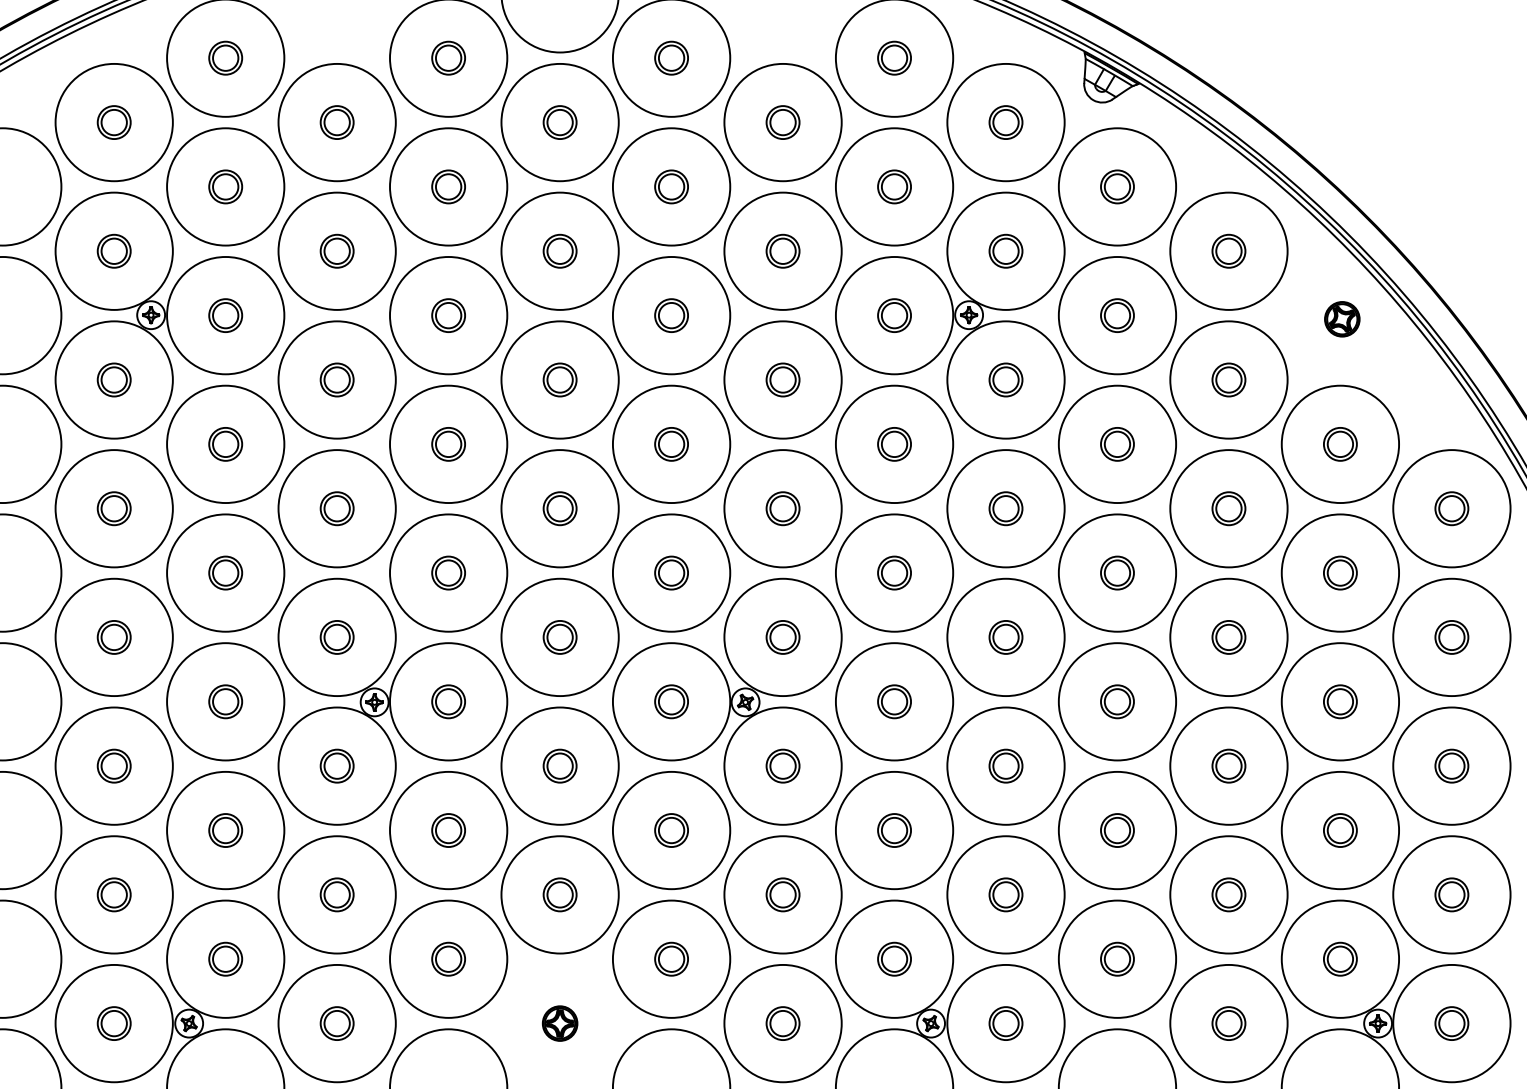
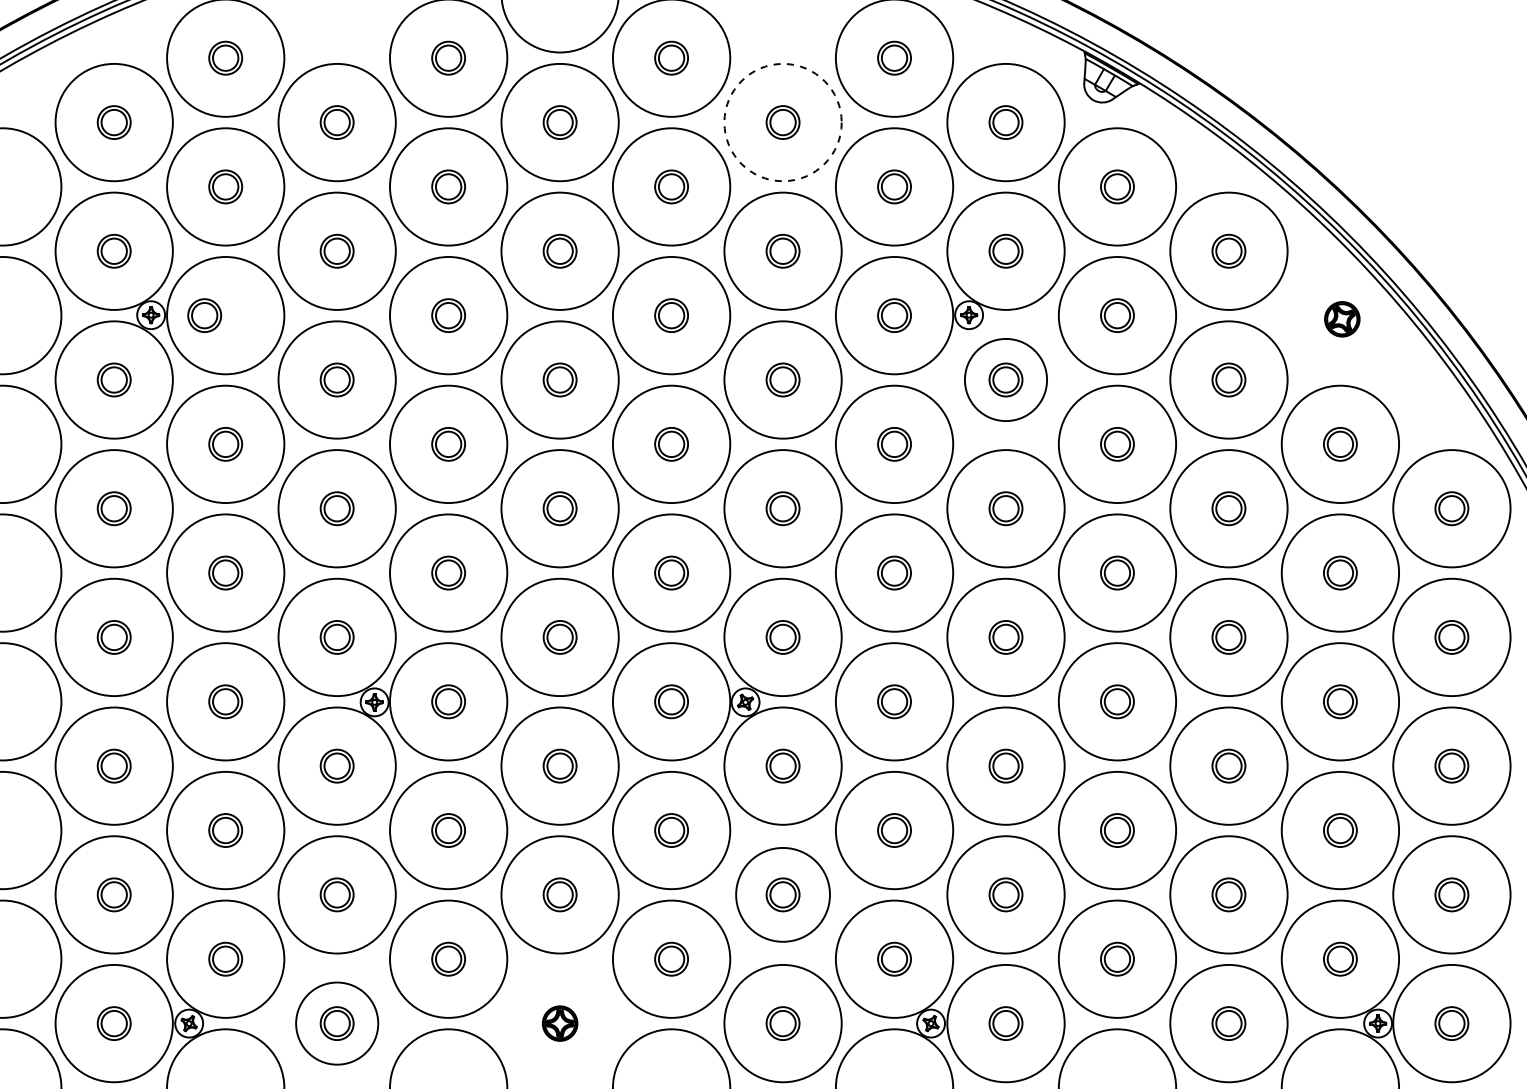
circle at (782, 122): solid -> dashed
part at (225, 315) position: (225, 315) -> (204, 315)
circle at (1005, 379) diameter: 117 px -> 82 px
circle at (782, 894) diameter: 117 px -> 94 px
circle at (336, 1023) diameter: 117 px -> 82 px
